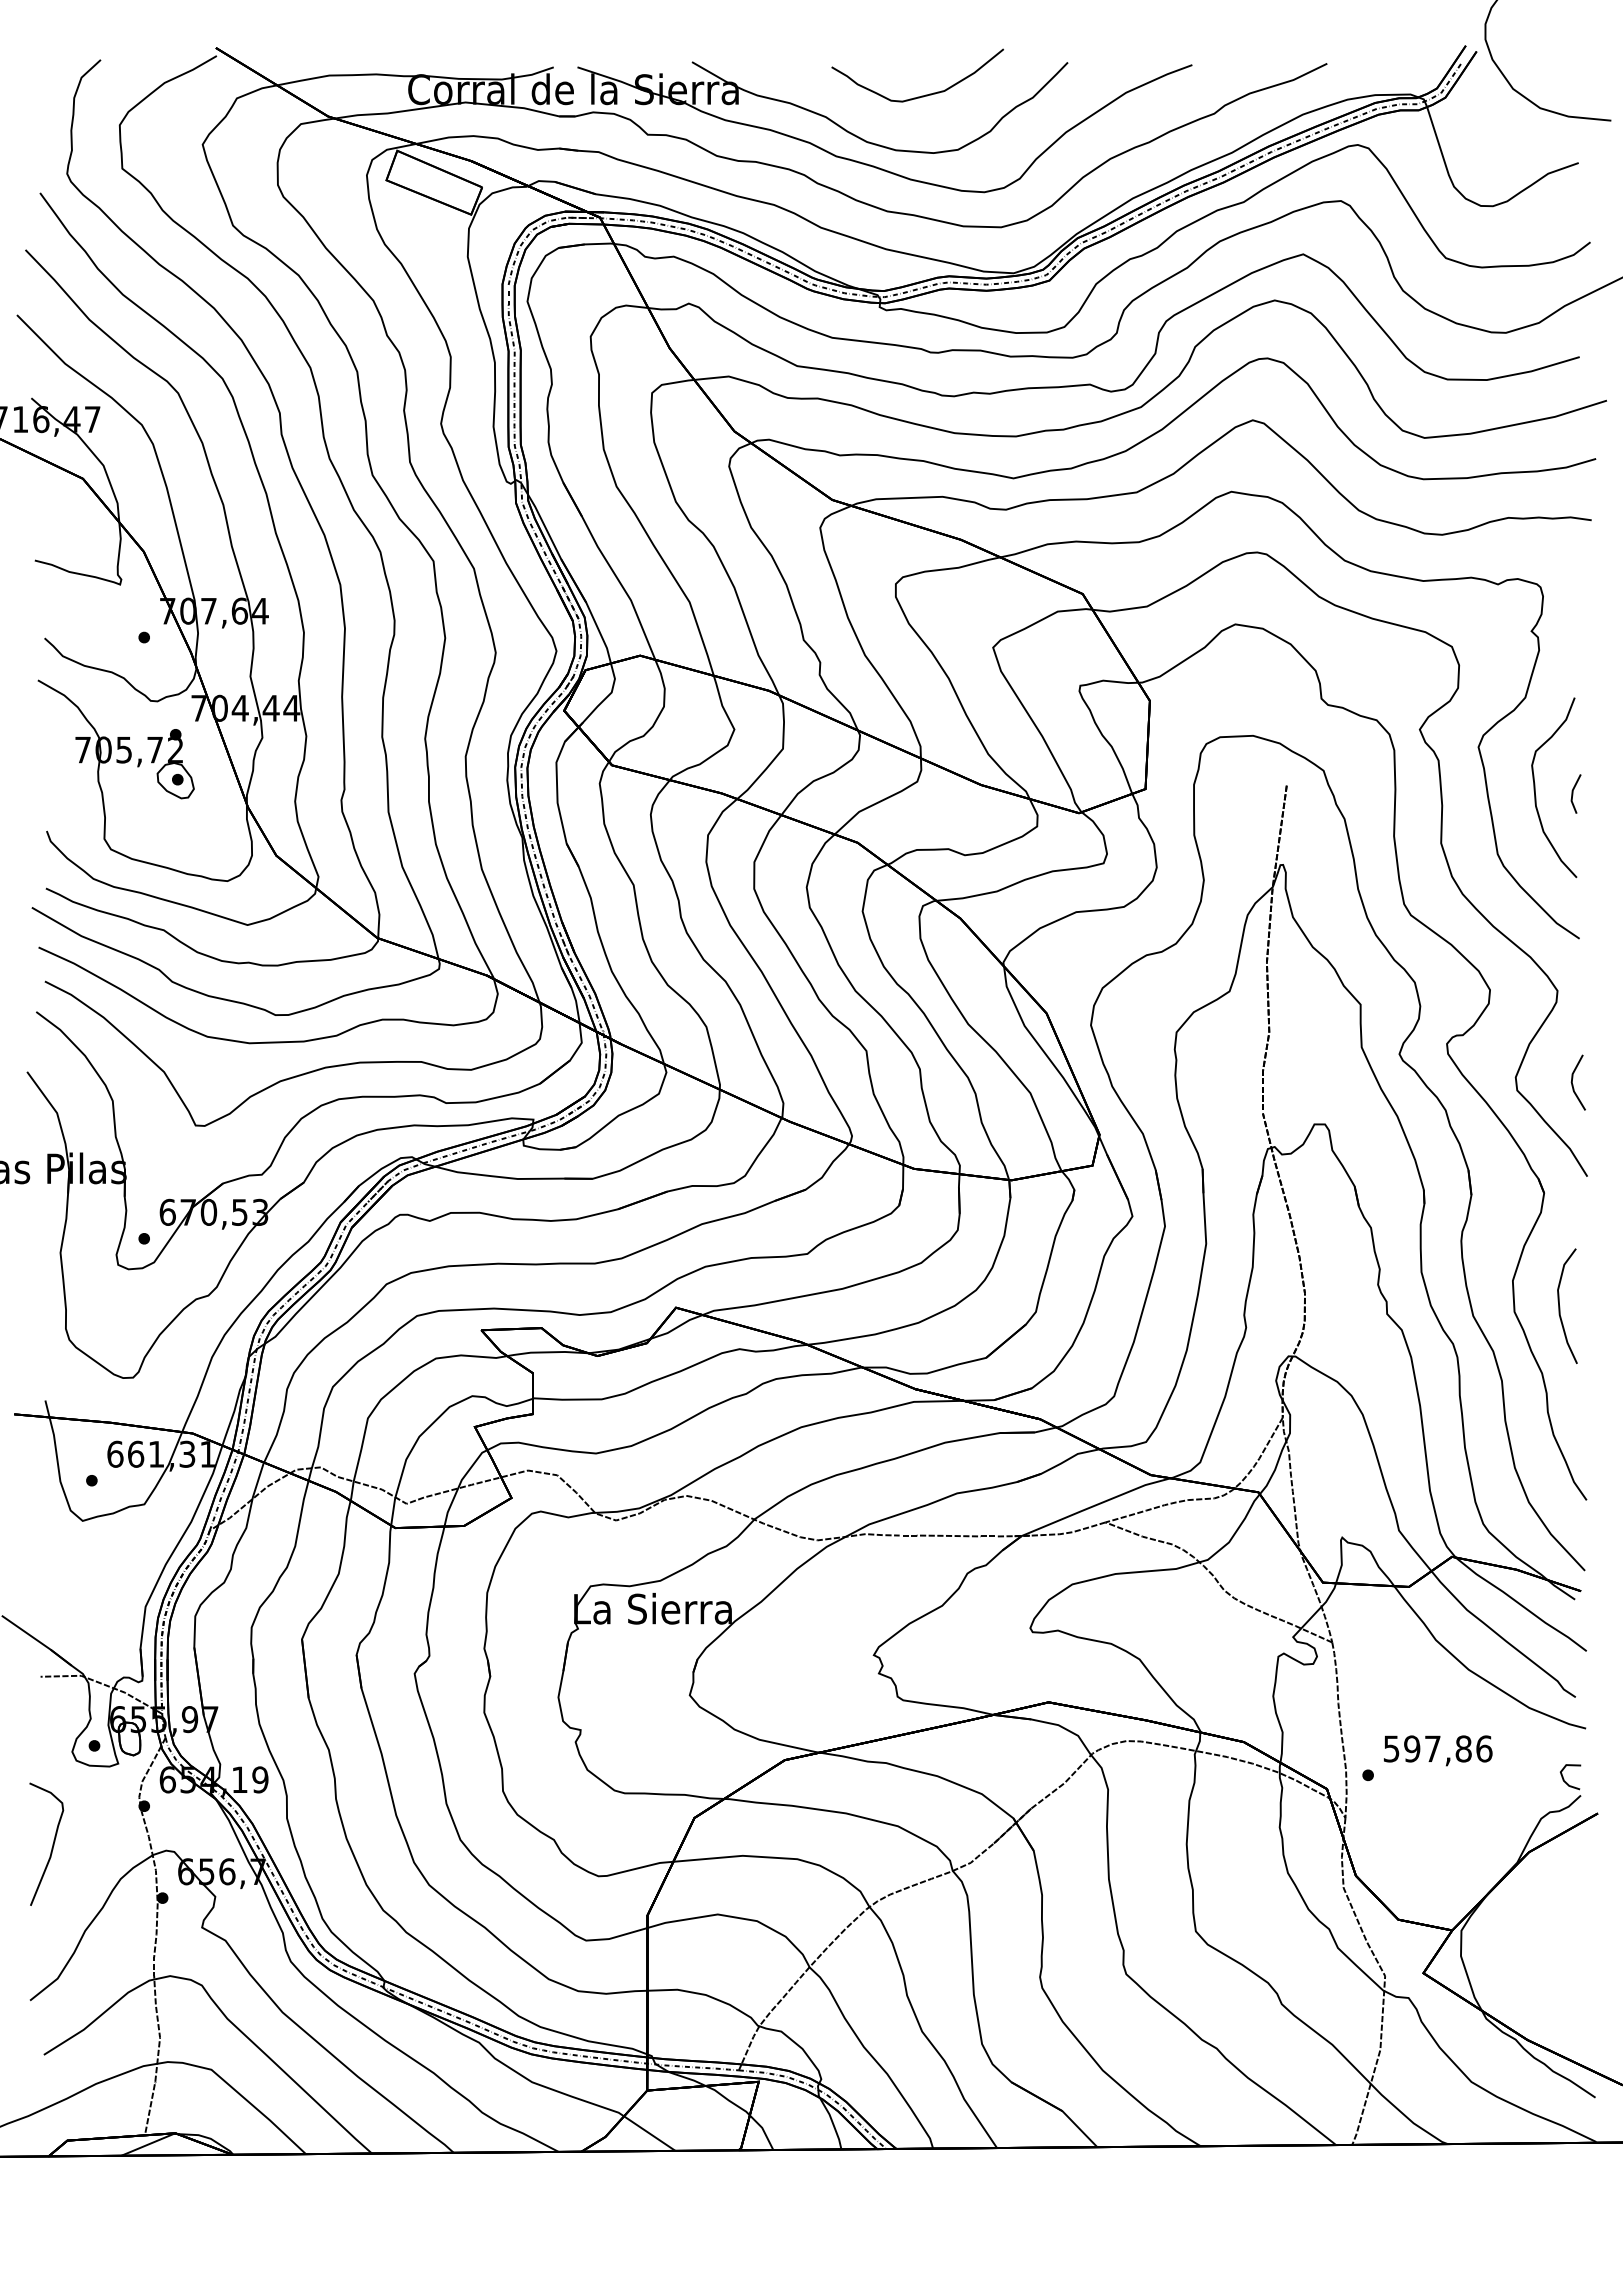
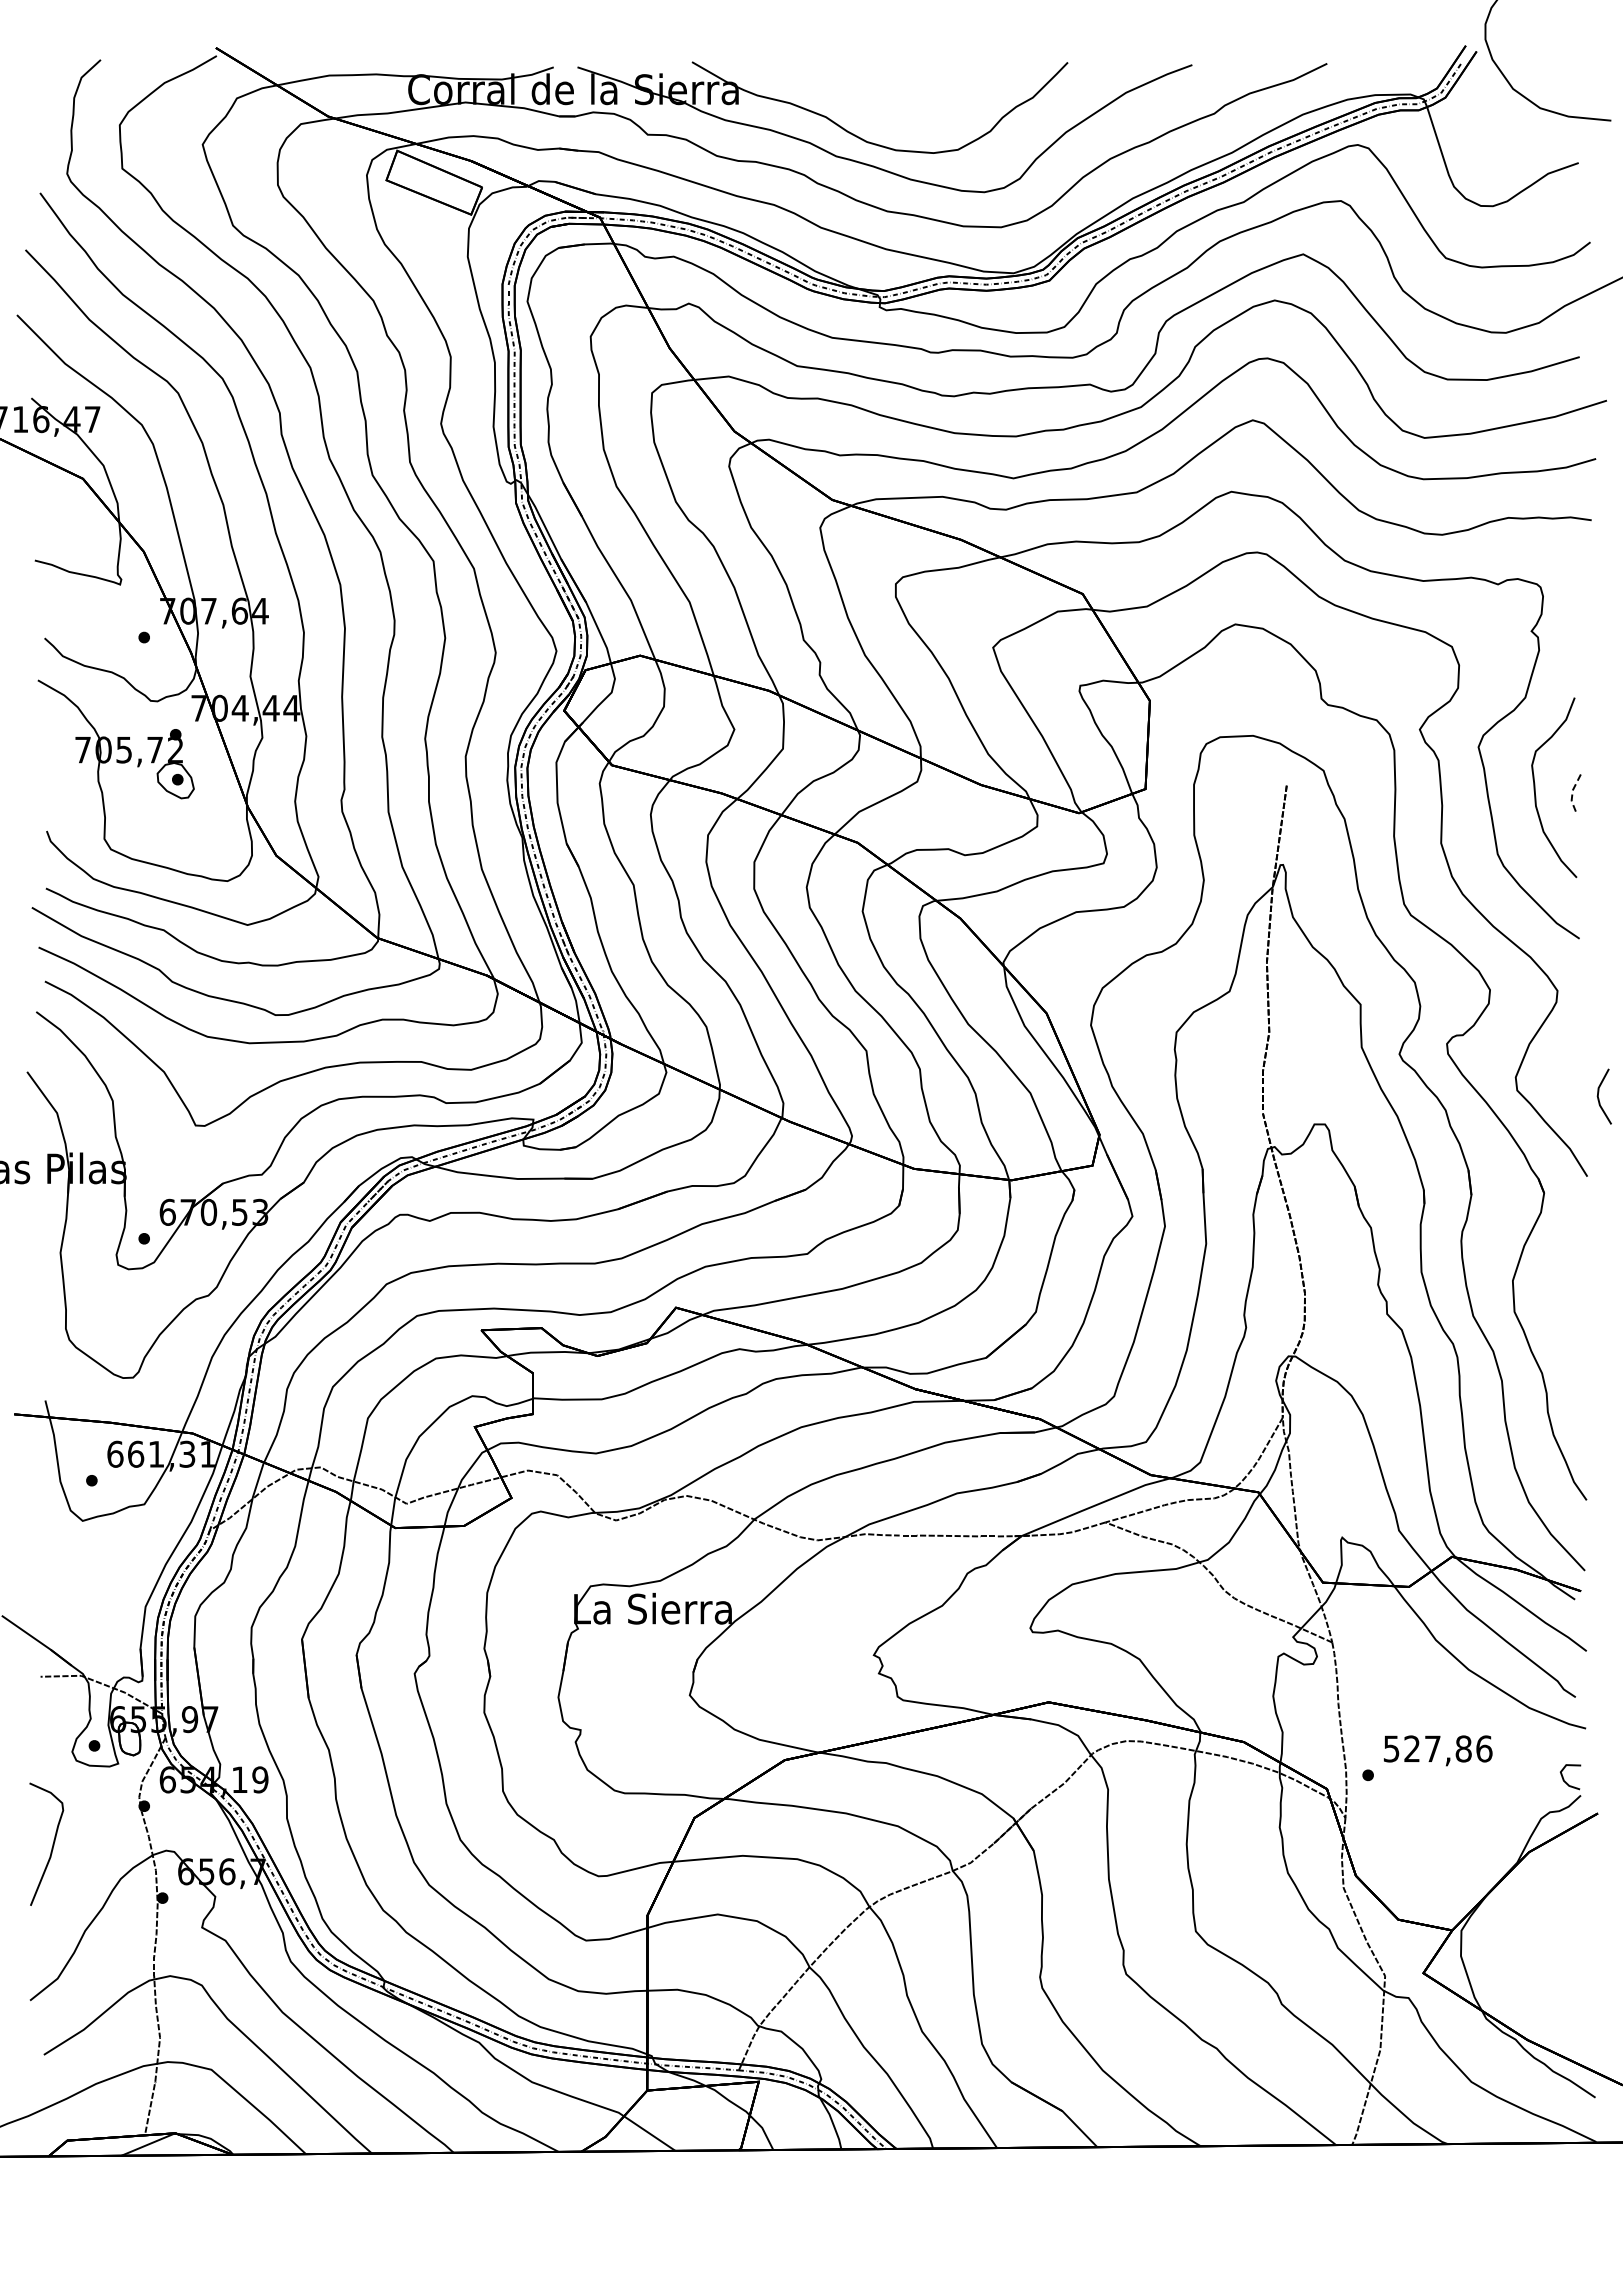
curve at (921, 95): present -> none
line at (1572, 794): solid -> dashed
line at (1573, 1084) position: (1573, 1084) -> (1599, 1098)
curve at (1560, 1306): present -> none
text at (1412, 1748): 597,86 -> 527,86
